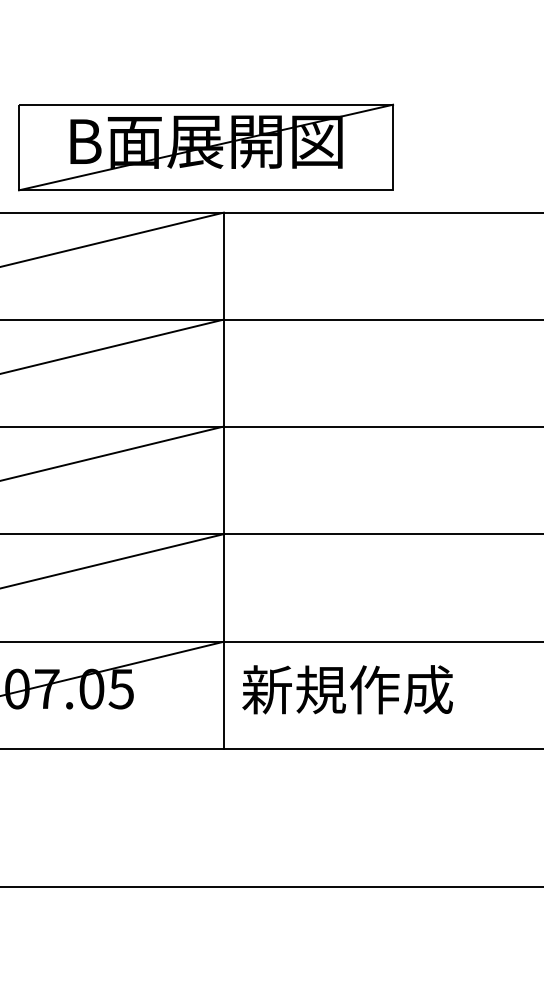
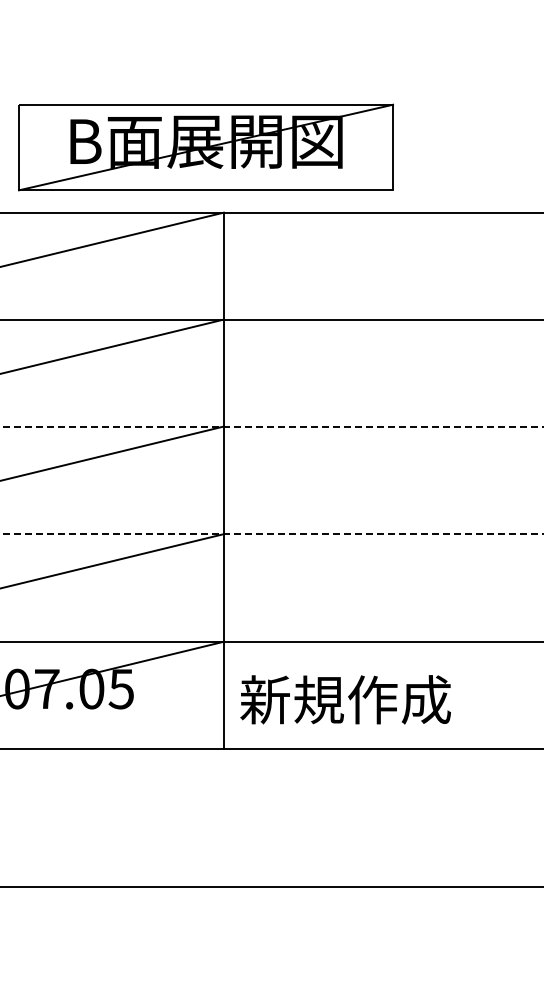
line at (272, 427): solid -> dashed
line at (272, 534): solid -> dashed
text at (347, 689) position: (347, 689) -> (345, 699)
